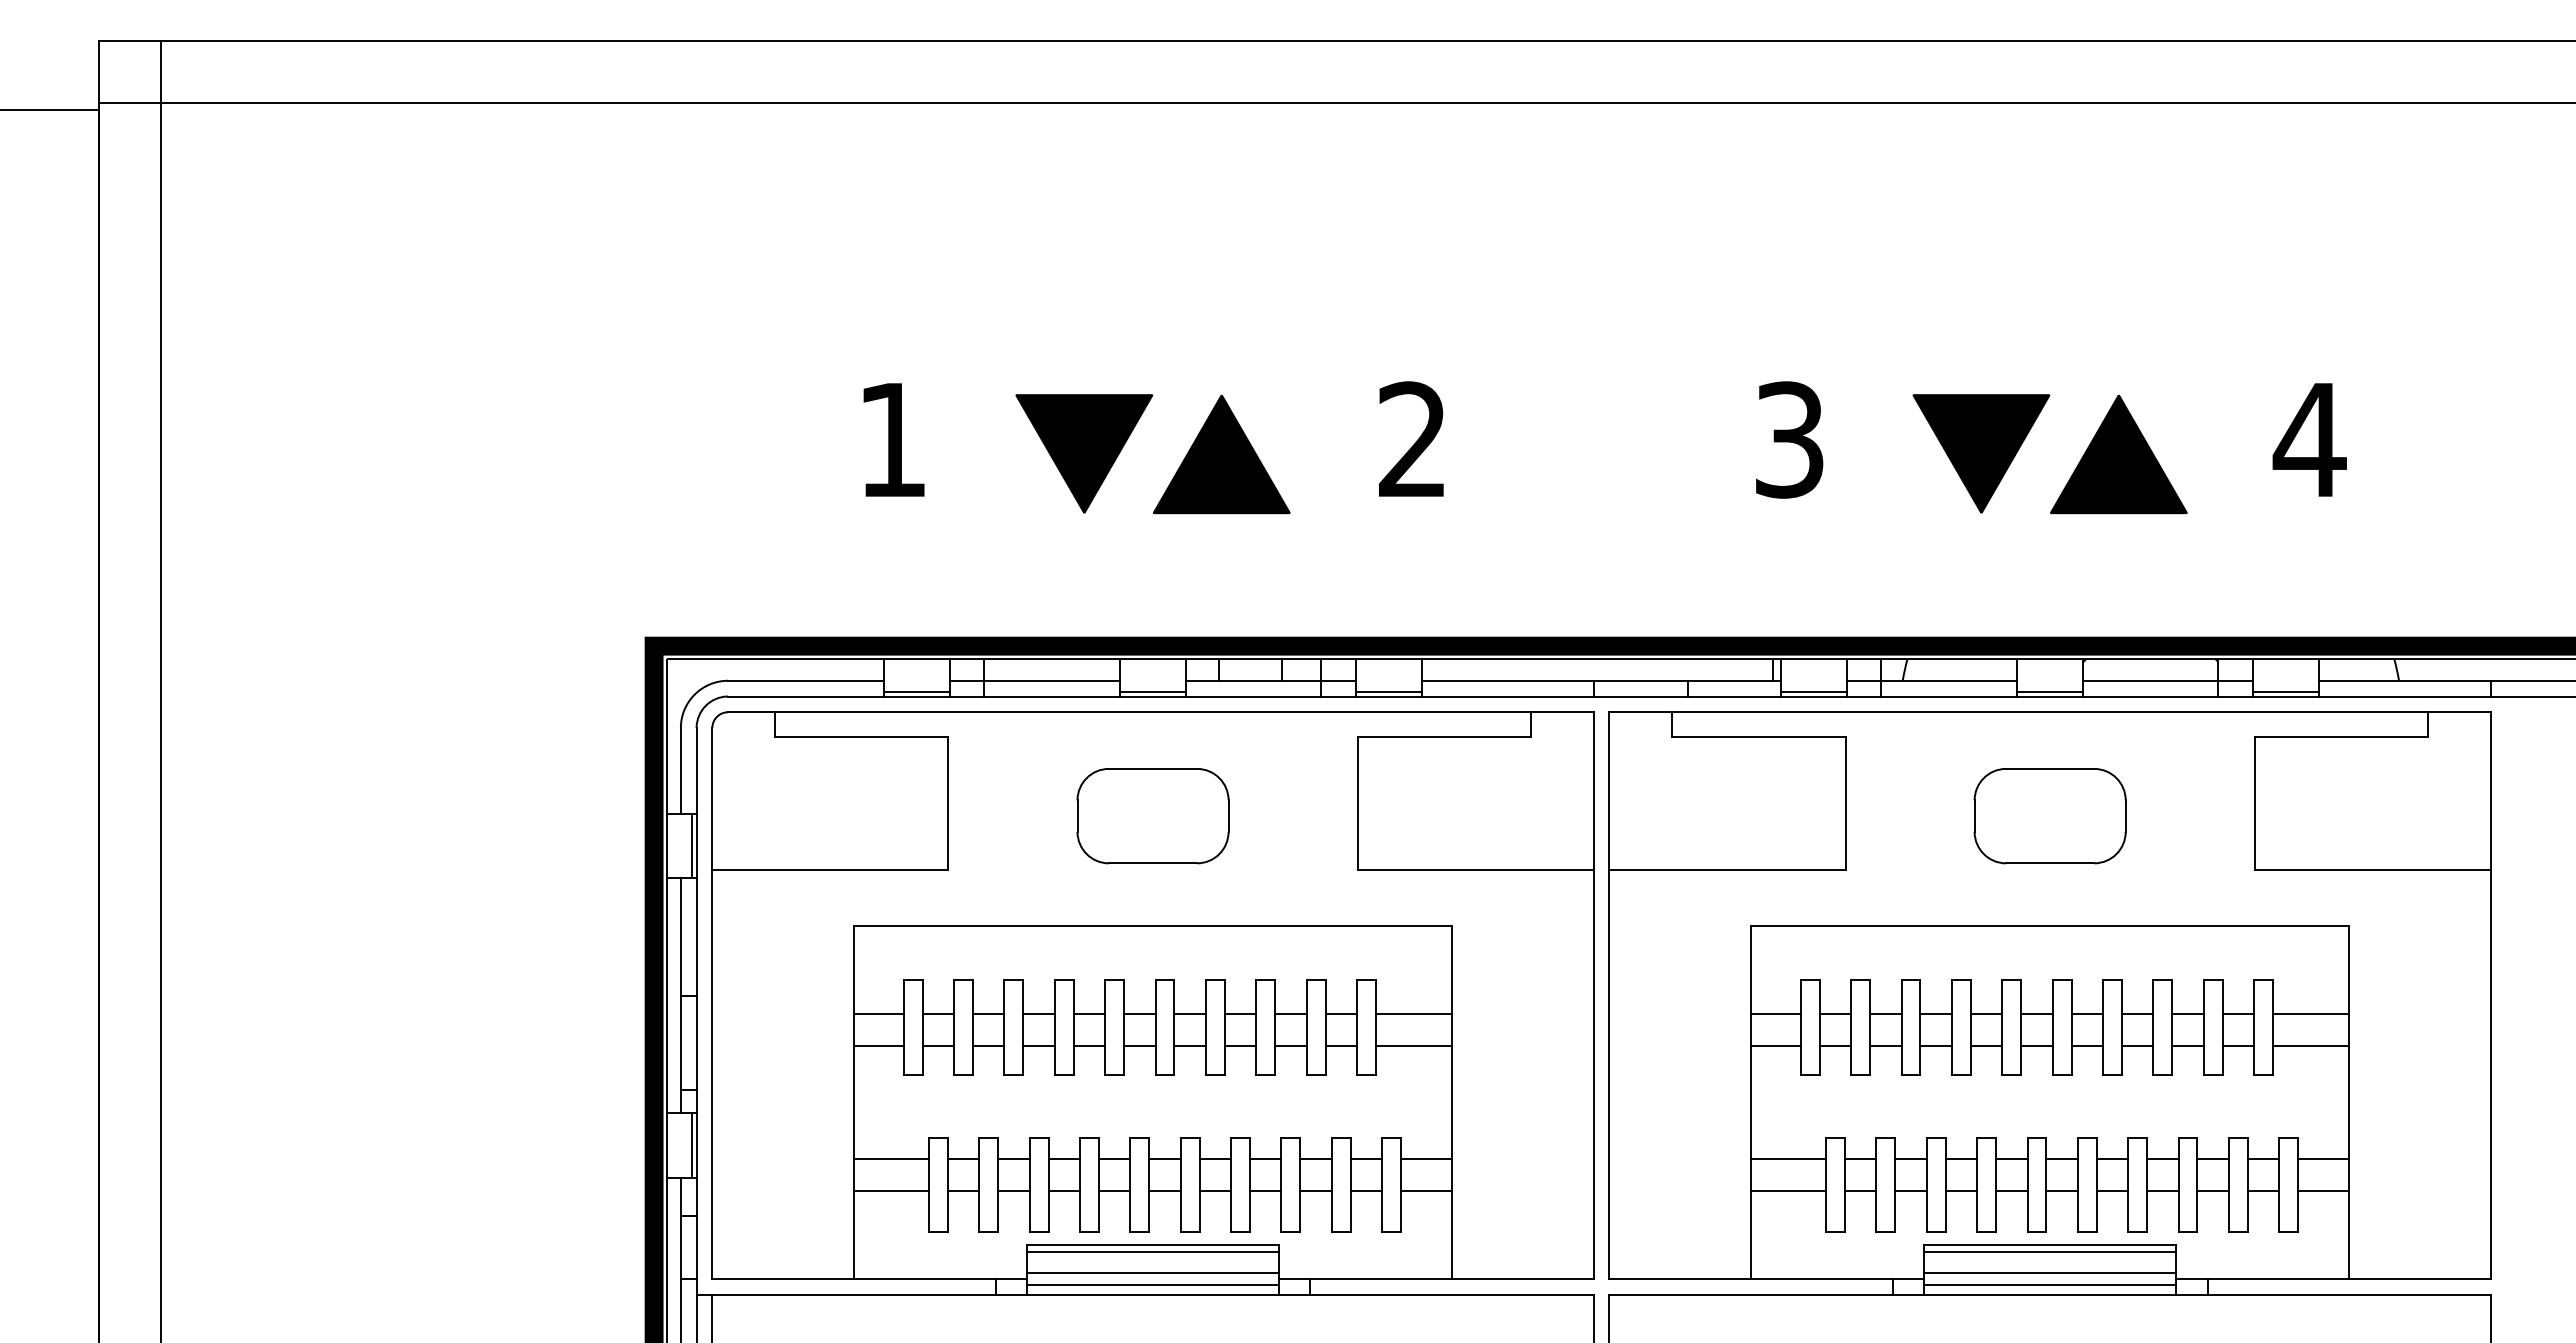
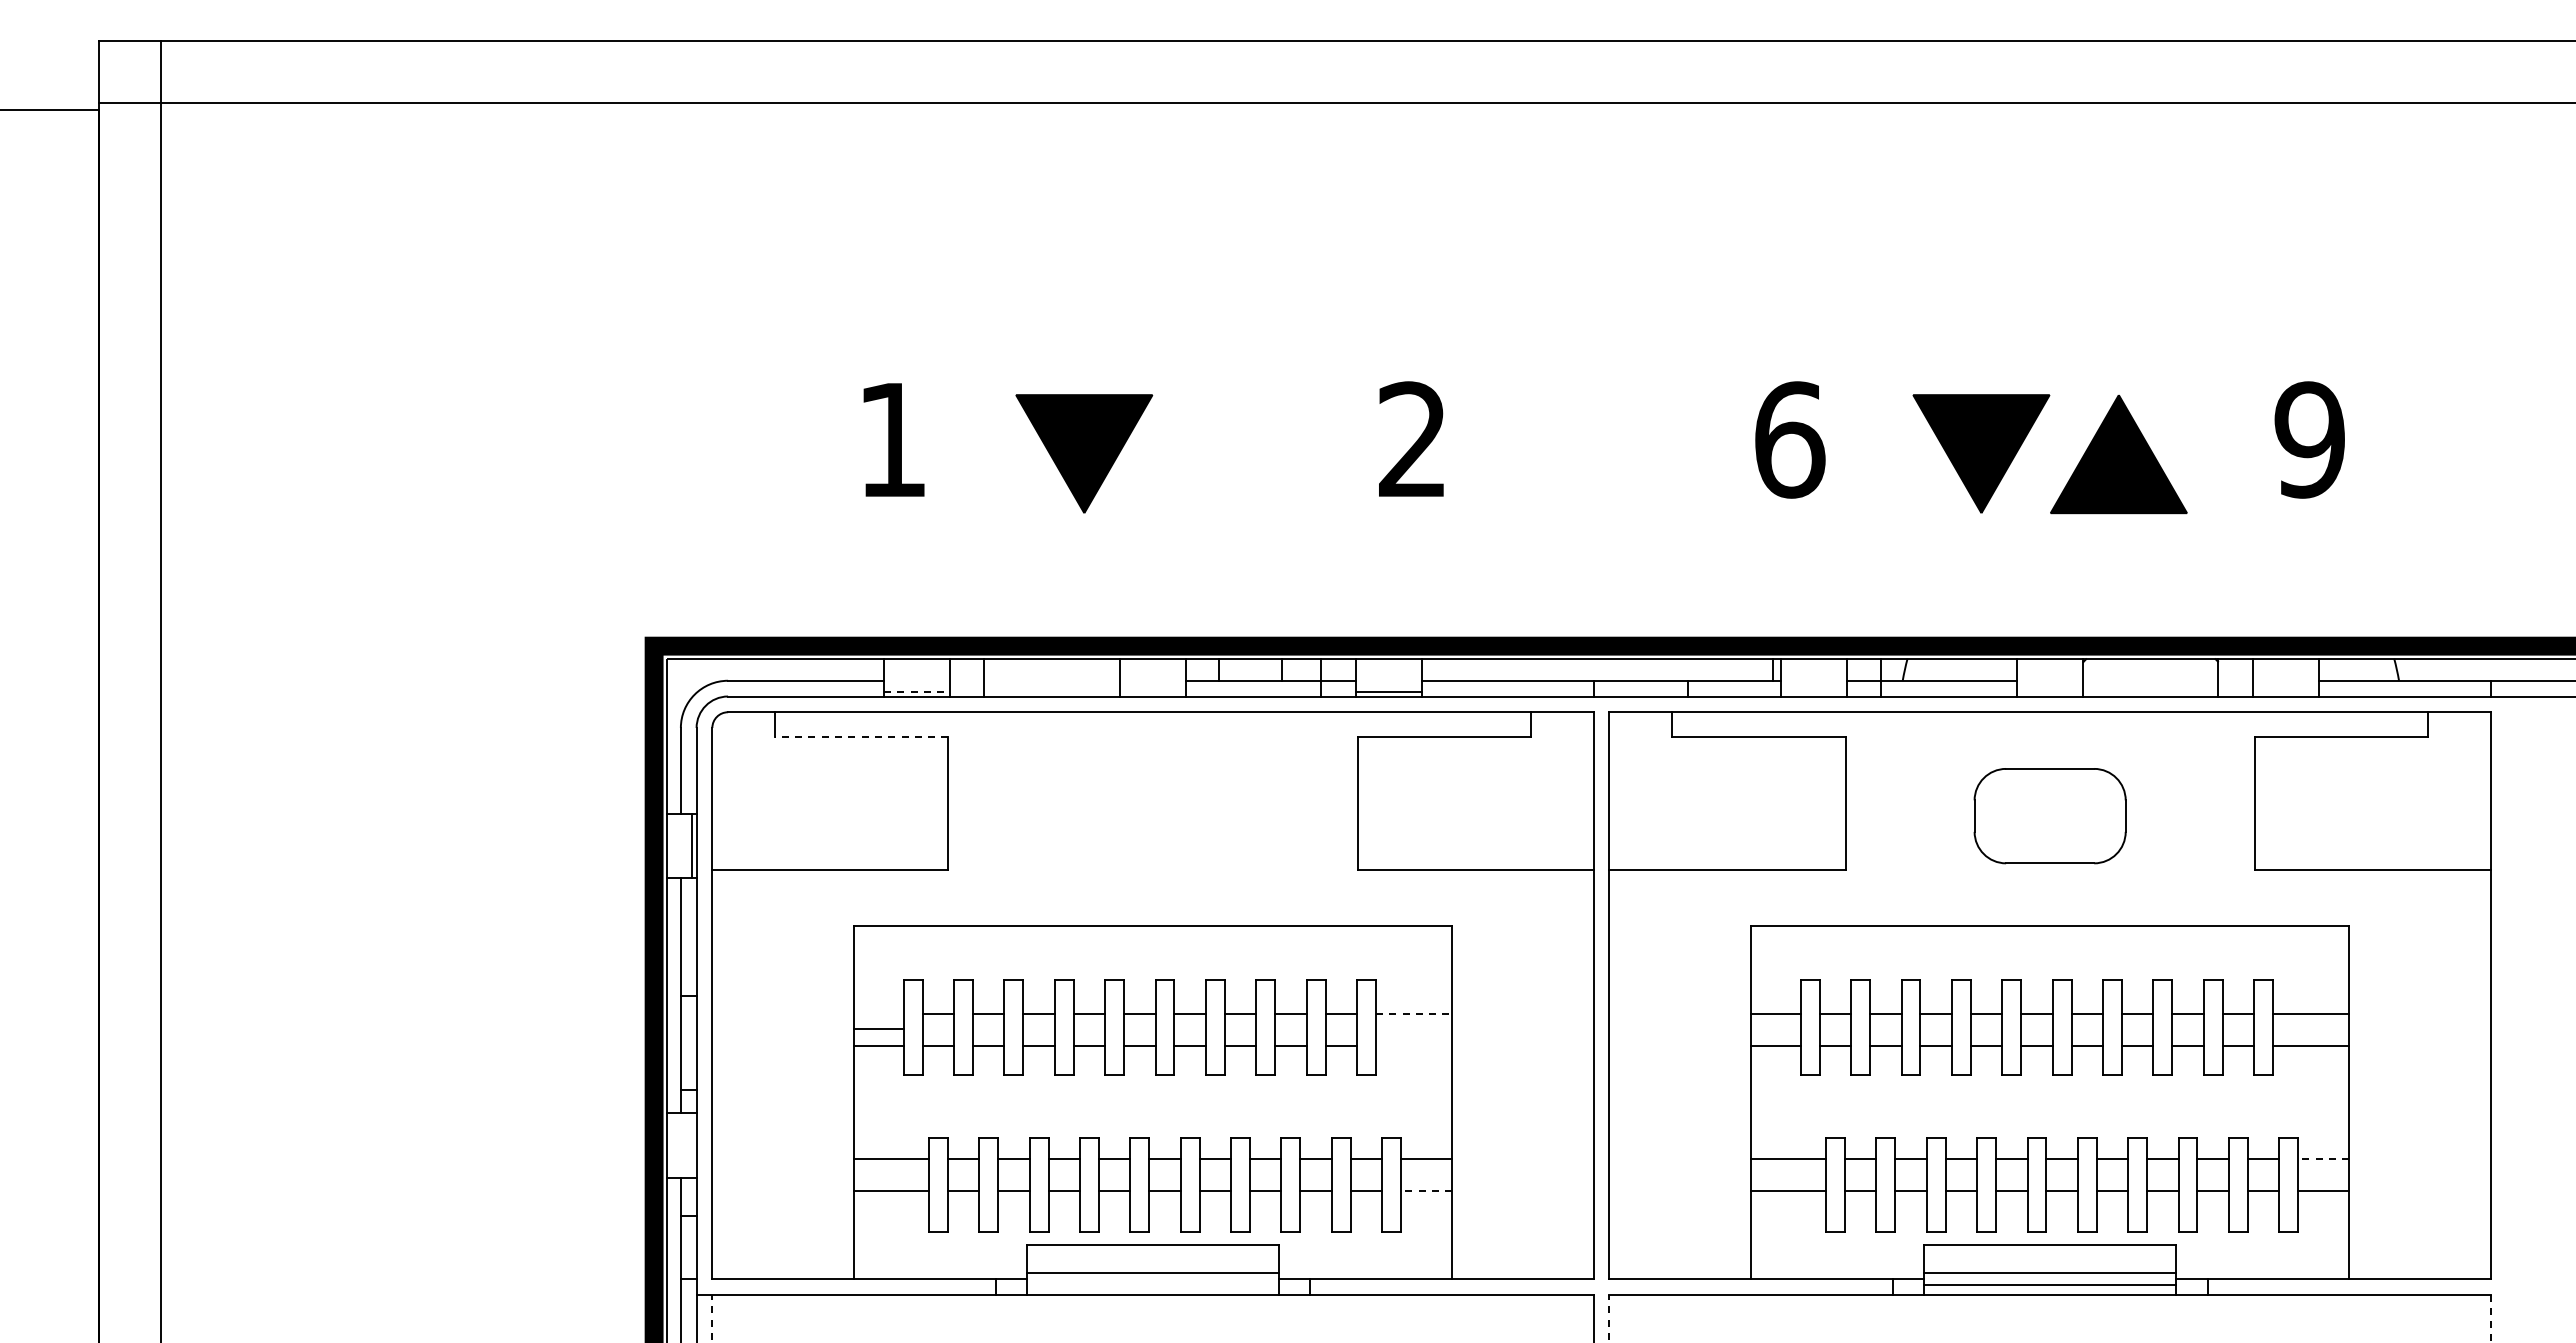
text at (1790, 439): 3 -> 6
text at (2309, 439): 4 -> 9
part at (1221, 454): present -> none
line at (1034, 680): present -> none
line at (2168, 680): present -> none
line at (917, 691): solid -> dashed
line at (1152, 691): present -> none
line at (1814, 691): present -> none
line at (2050, 691): present -> none
line at (2286, 691): present -> none
line at (861, 737): solid -> dashed
part at (1152, 816): present -> none
line at (878, 1014) position: (878, 1014) -> (878, 1029)
line at (1414, 1014): solid -> dashed
line at (1413, 1045): present -> none
line at (691, 1144): present -> none
line at (2323, 1159): solid -> dashed
line at (1426, 1190): solid -> dashed
line at (1152, 1252): present -> none
line at (2050, 1252): present -> none
line at (1152, 1285): present -> none
line at (712, 1318): solid -> dashed
line at (1609, 1318): solid -> dashed
line at (2490, 1318): solid -> dashed
